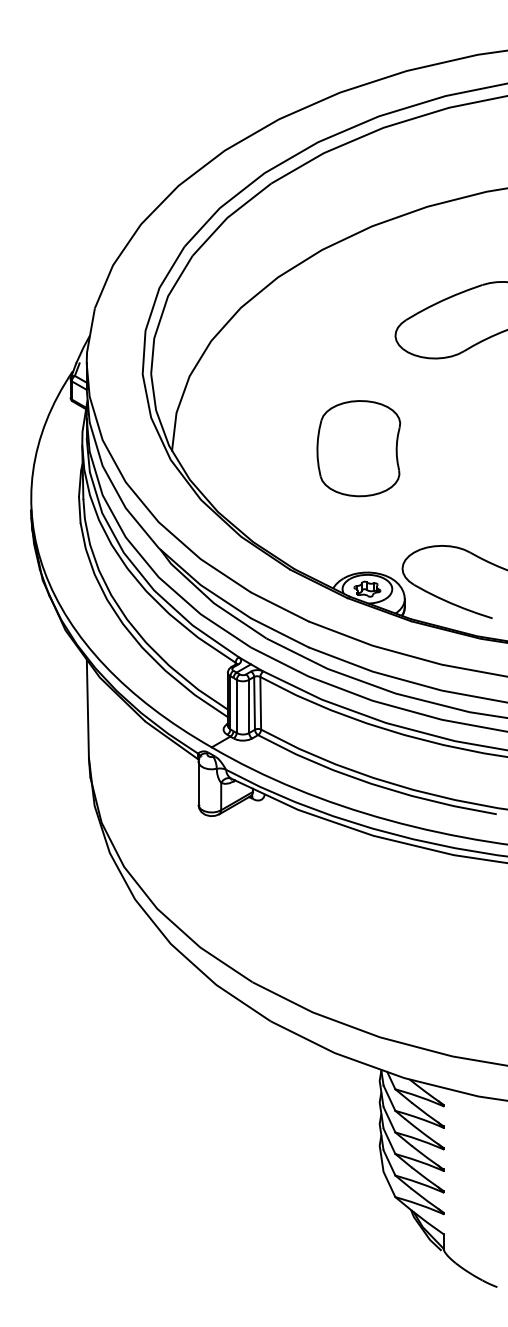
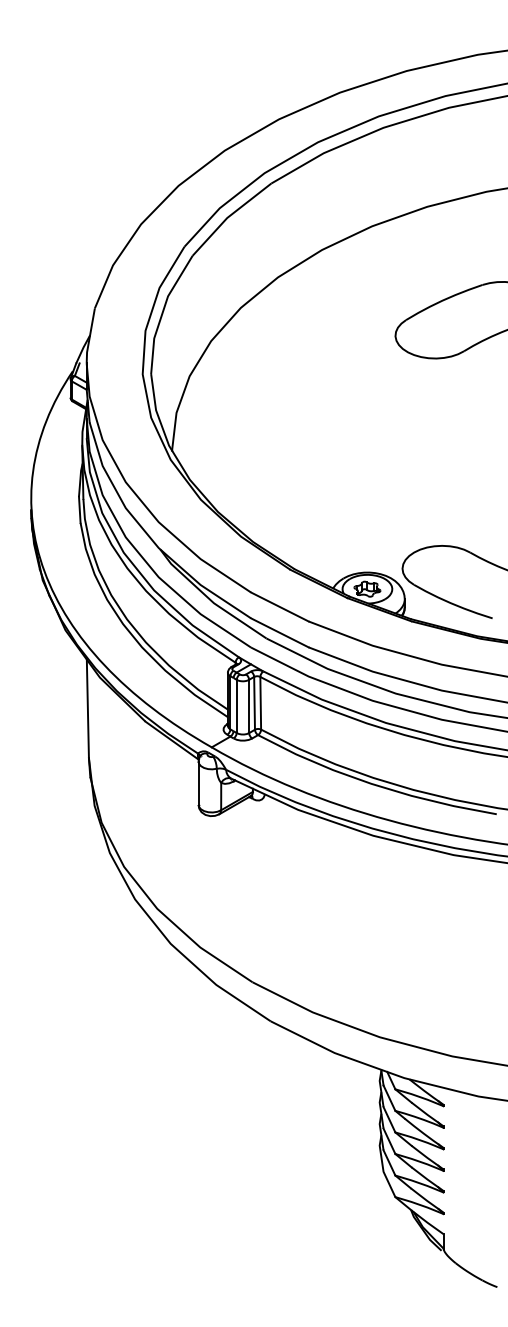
part at (358, 448): present -> none
